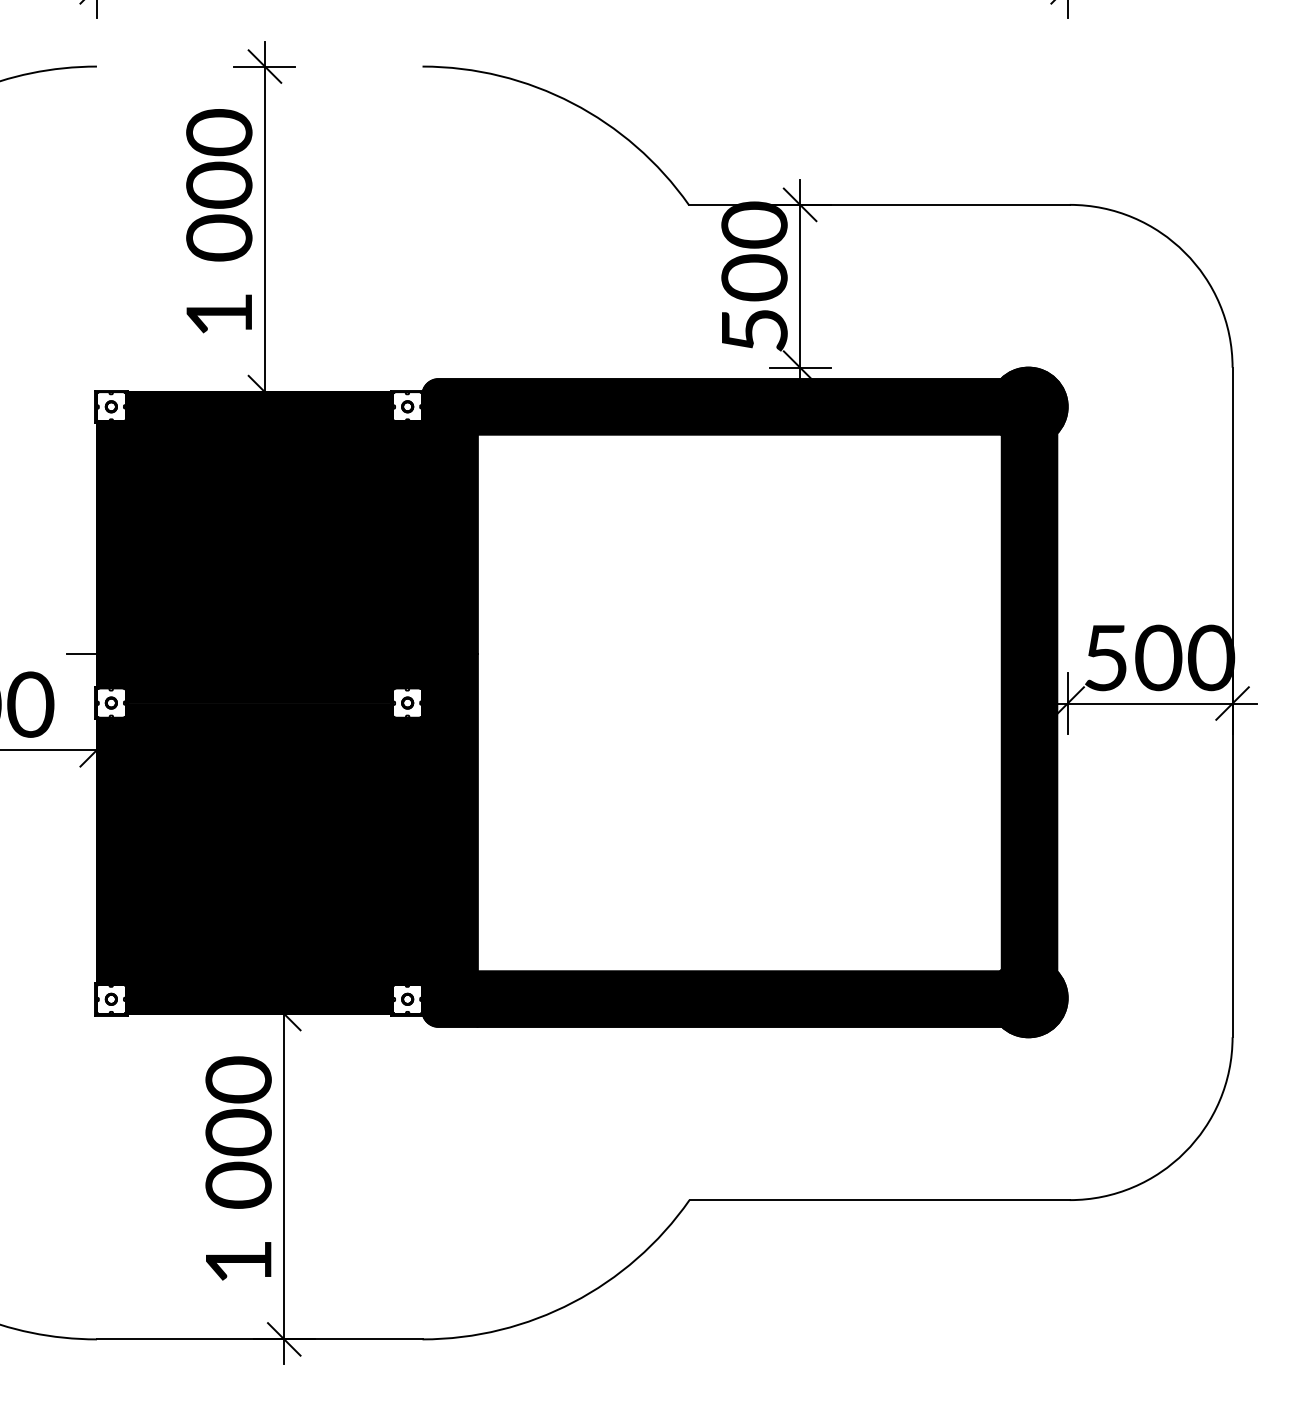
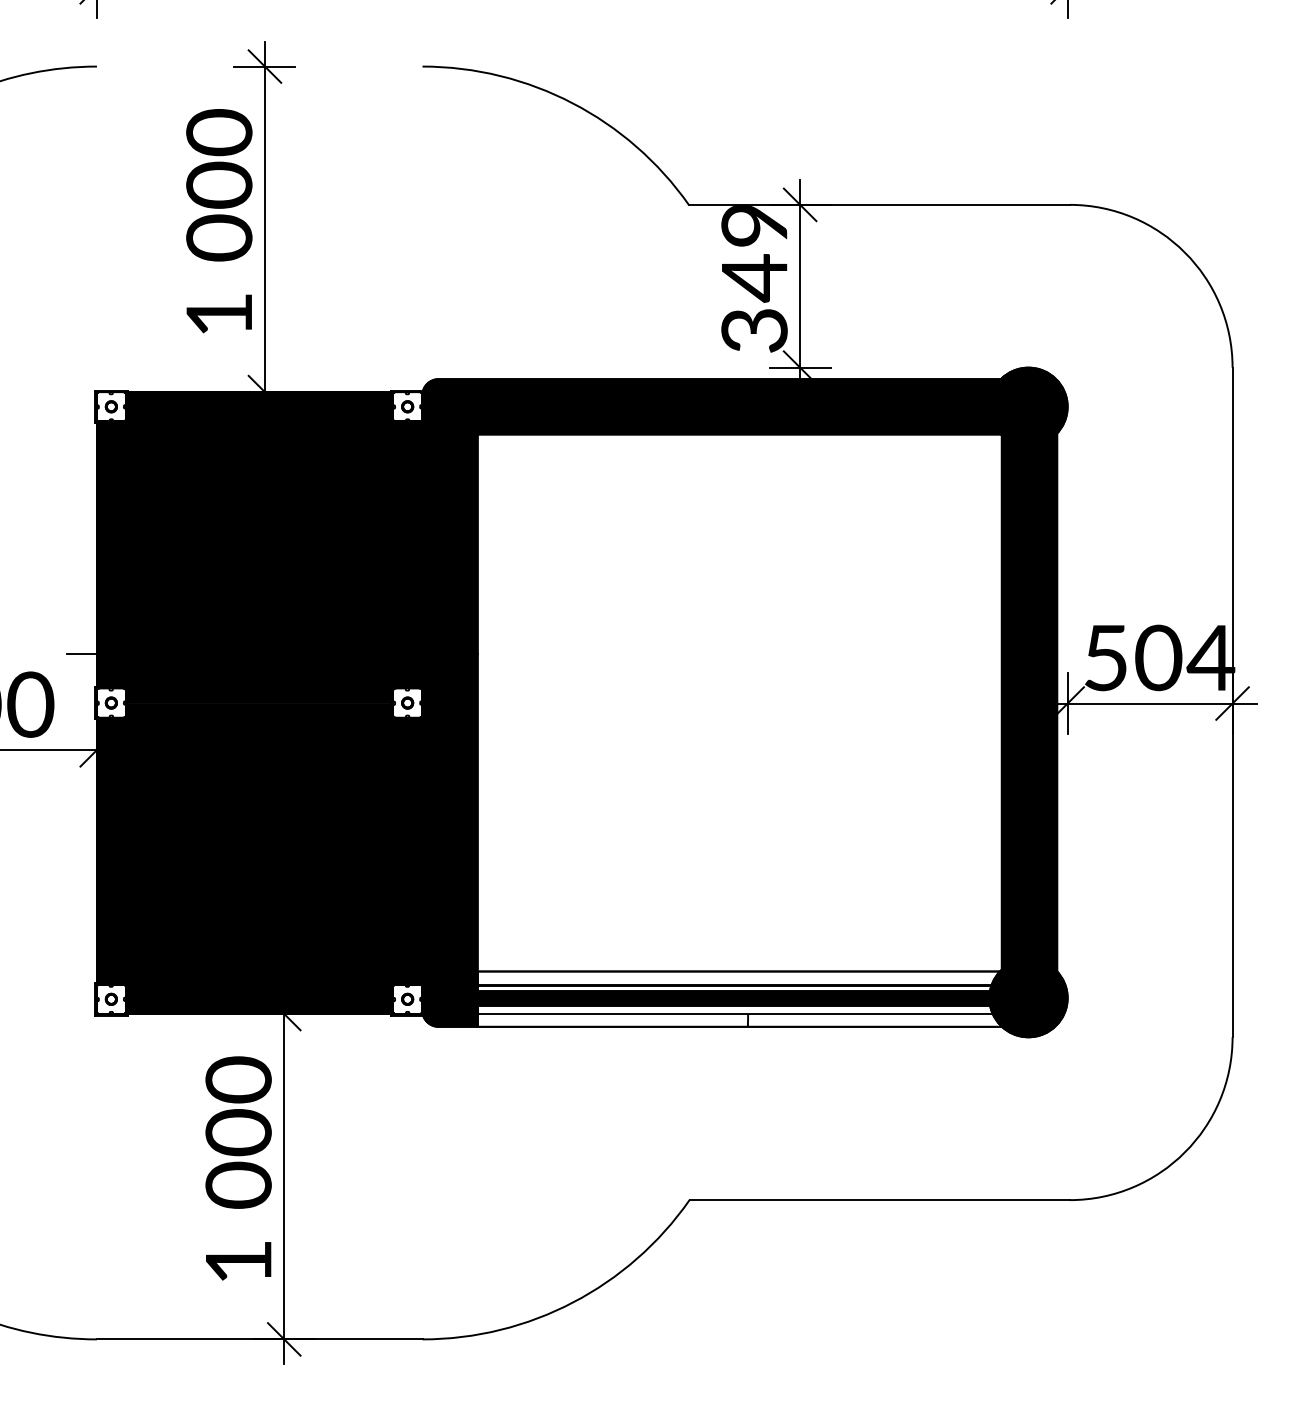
text at (754, 276): 500 -> 349
text at (1210, 657): 500 -> 504
fill at (767, 998): present -> none
